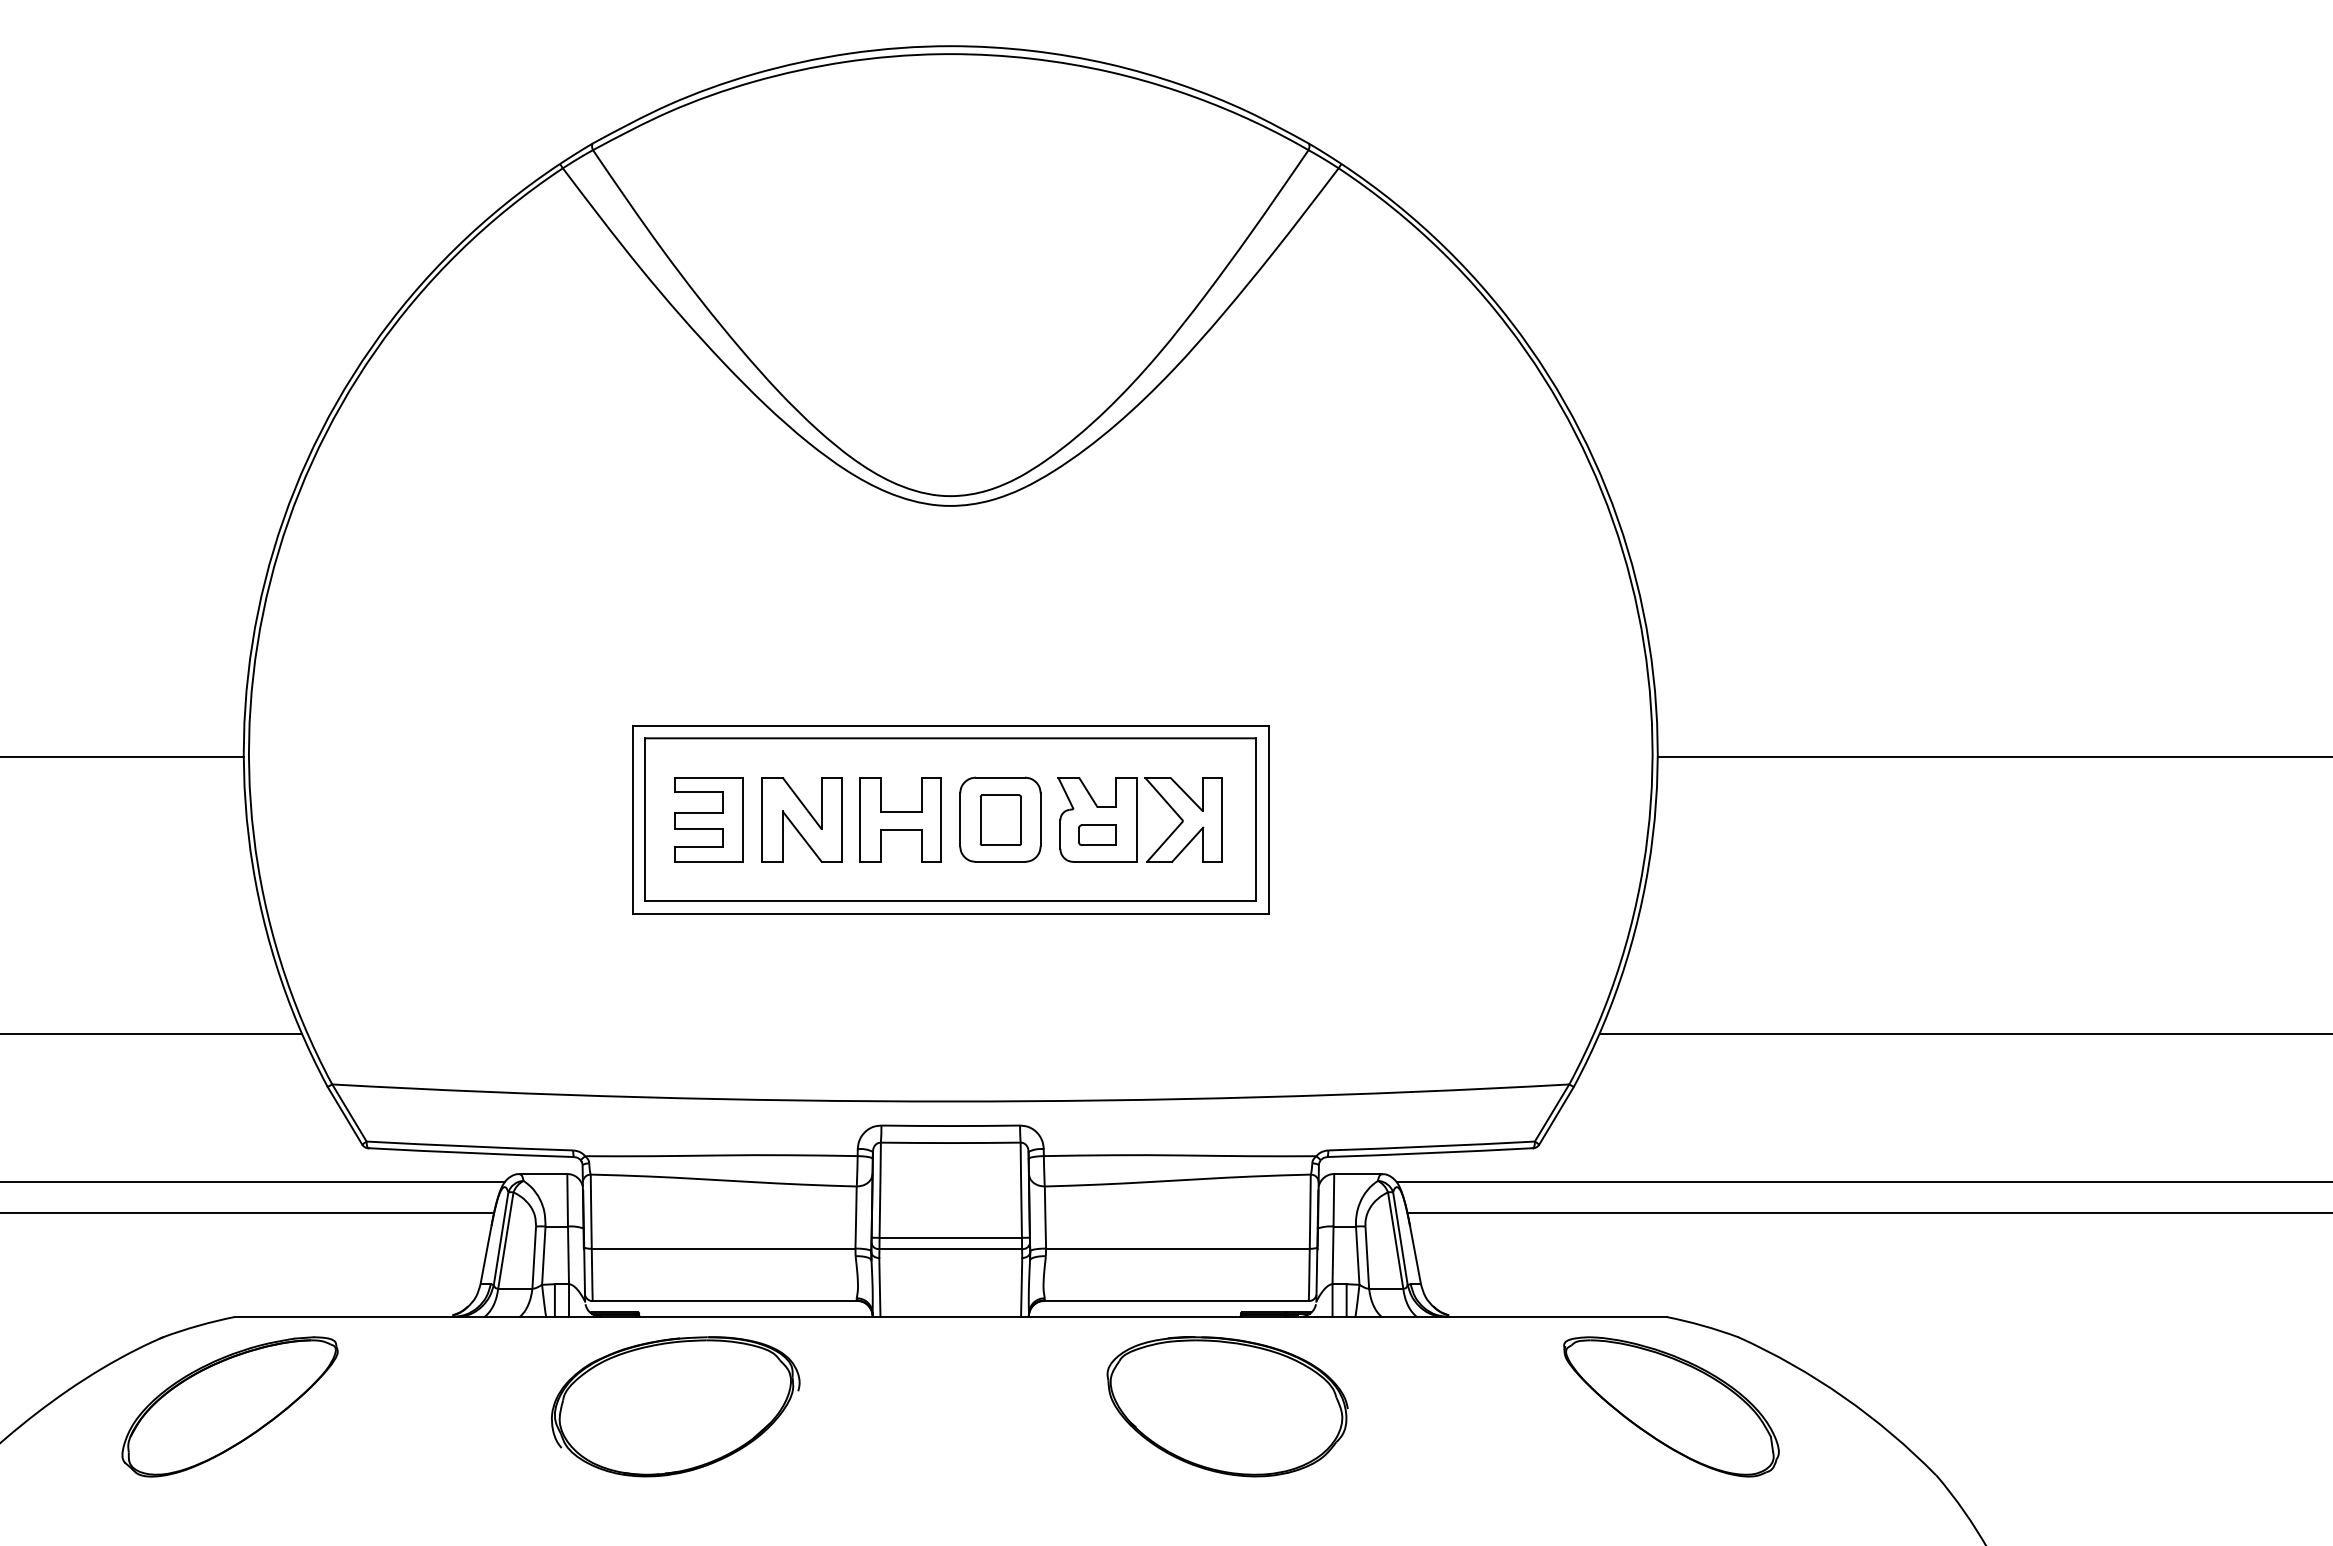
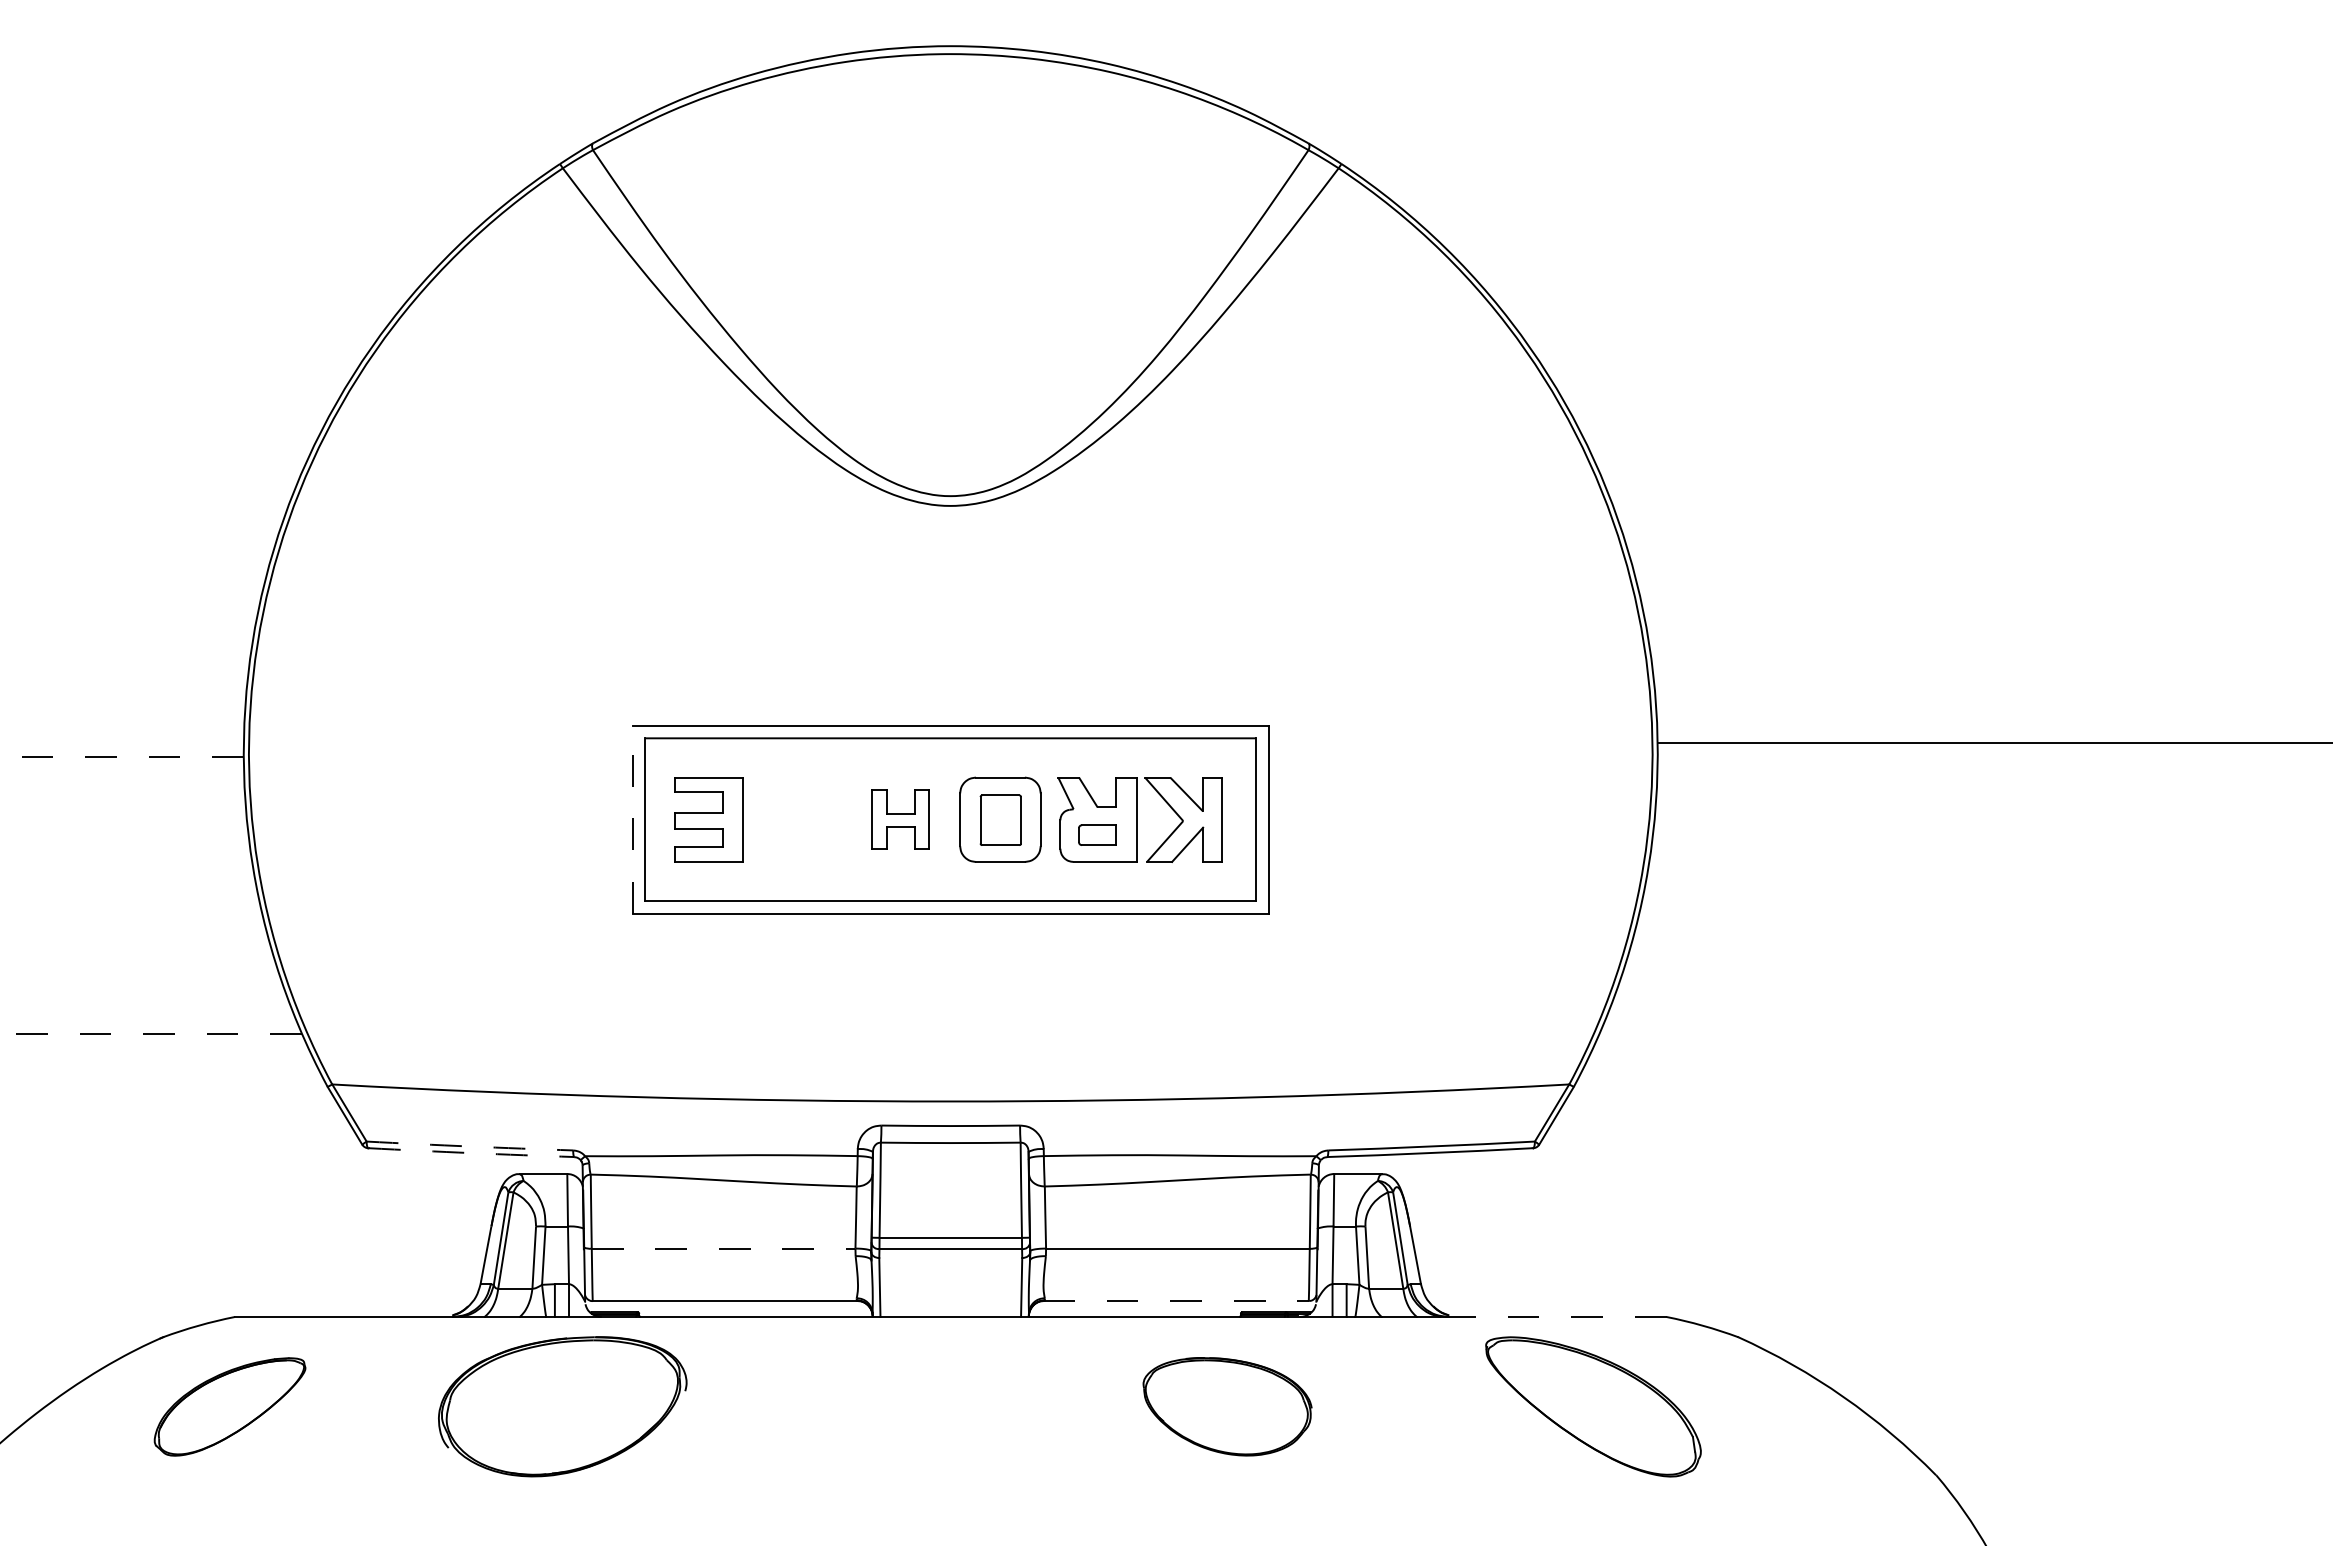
line at (121, 757): solid -> dashed
line at (1993, 757) position: (1993, 757) -> (1993, 743)
line at (632, 819): solid -> dashed
part at (801, 819): present -> none
part at (900, 819) size: 83x86 px -> 59x61 px
line at (151, 1033): solid -> dashed
line at (1964, 1033): present -> none
arc at (469, 1146): solid -> dashed
arc at (471, 1153): solid -> dashed
line at (253, 1182): present -> none
line at (1862, 1182): present -> none
line at (247, 1213): present -> none
line at (1868, 1213): present -> none
line at (723, 1248): solid -> dashed
line at (1175, 1301): solid -> dashed
line at (1557, 1316): solid -> dashed
part at (229, 1406) size: 218x142 px -> 154x100 px
part at (675, 1406) position: (675, 1406) -> (562, 1406)
part at (1227, 1406) size: 243x142 px -> 171x100 px
part at (1671, 1406) position: (1671, 1406) -> (1593, 1406)
